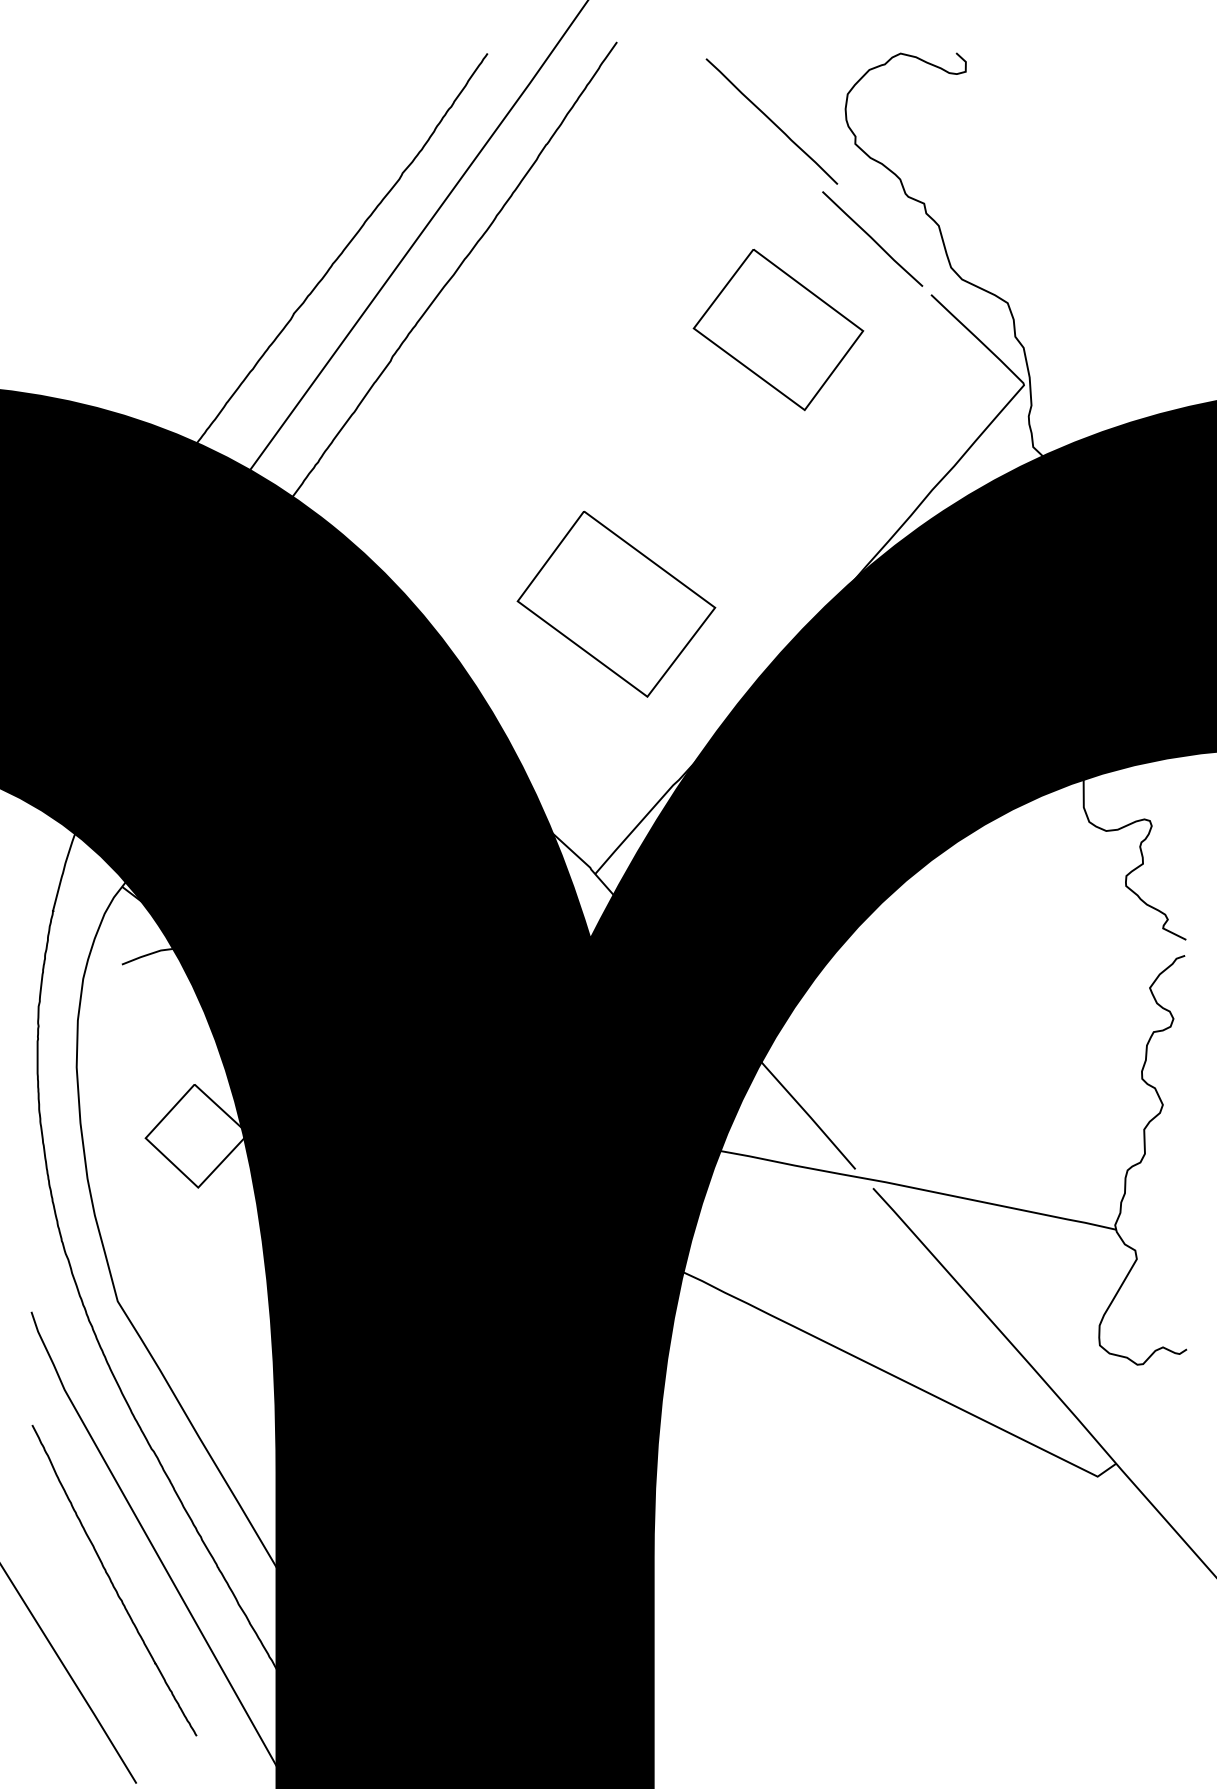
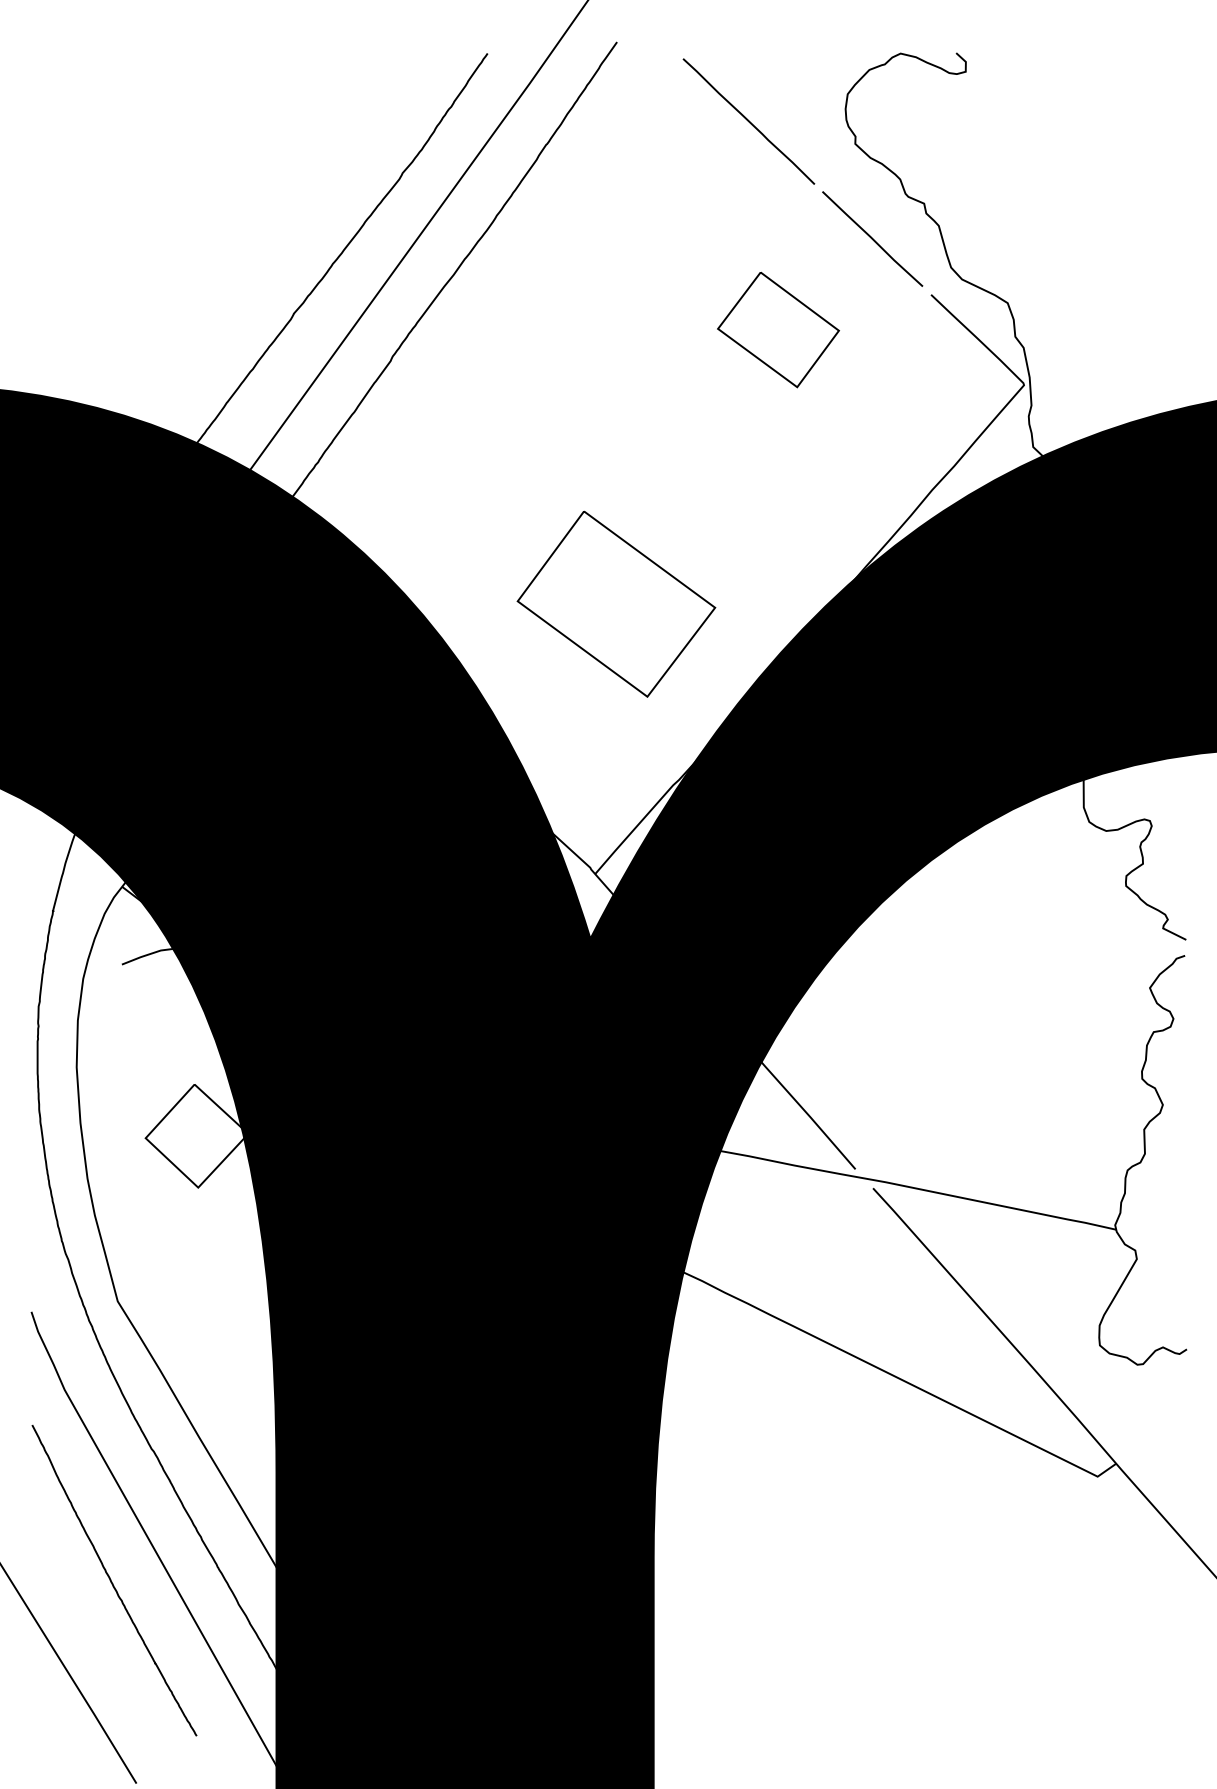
line at (771, 121) position: (771, 121) -> (748, 121)
part at (778, 329) size: 173x164 px -> 123x118 px
